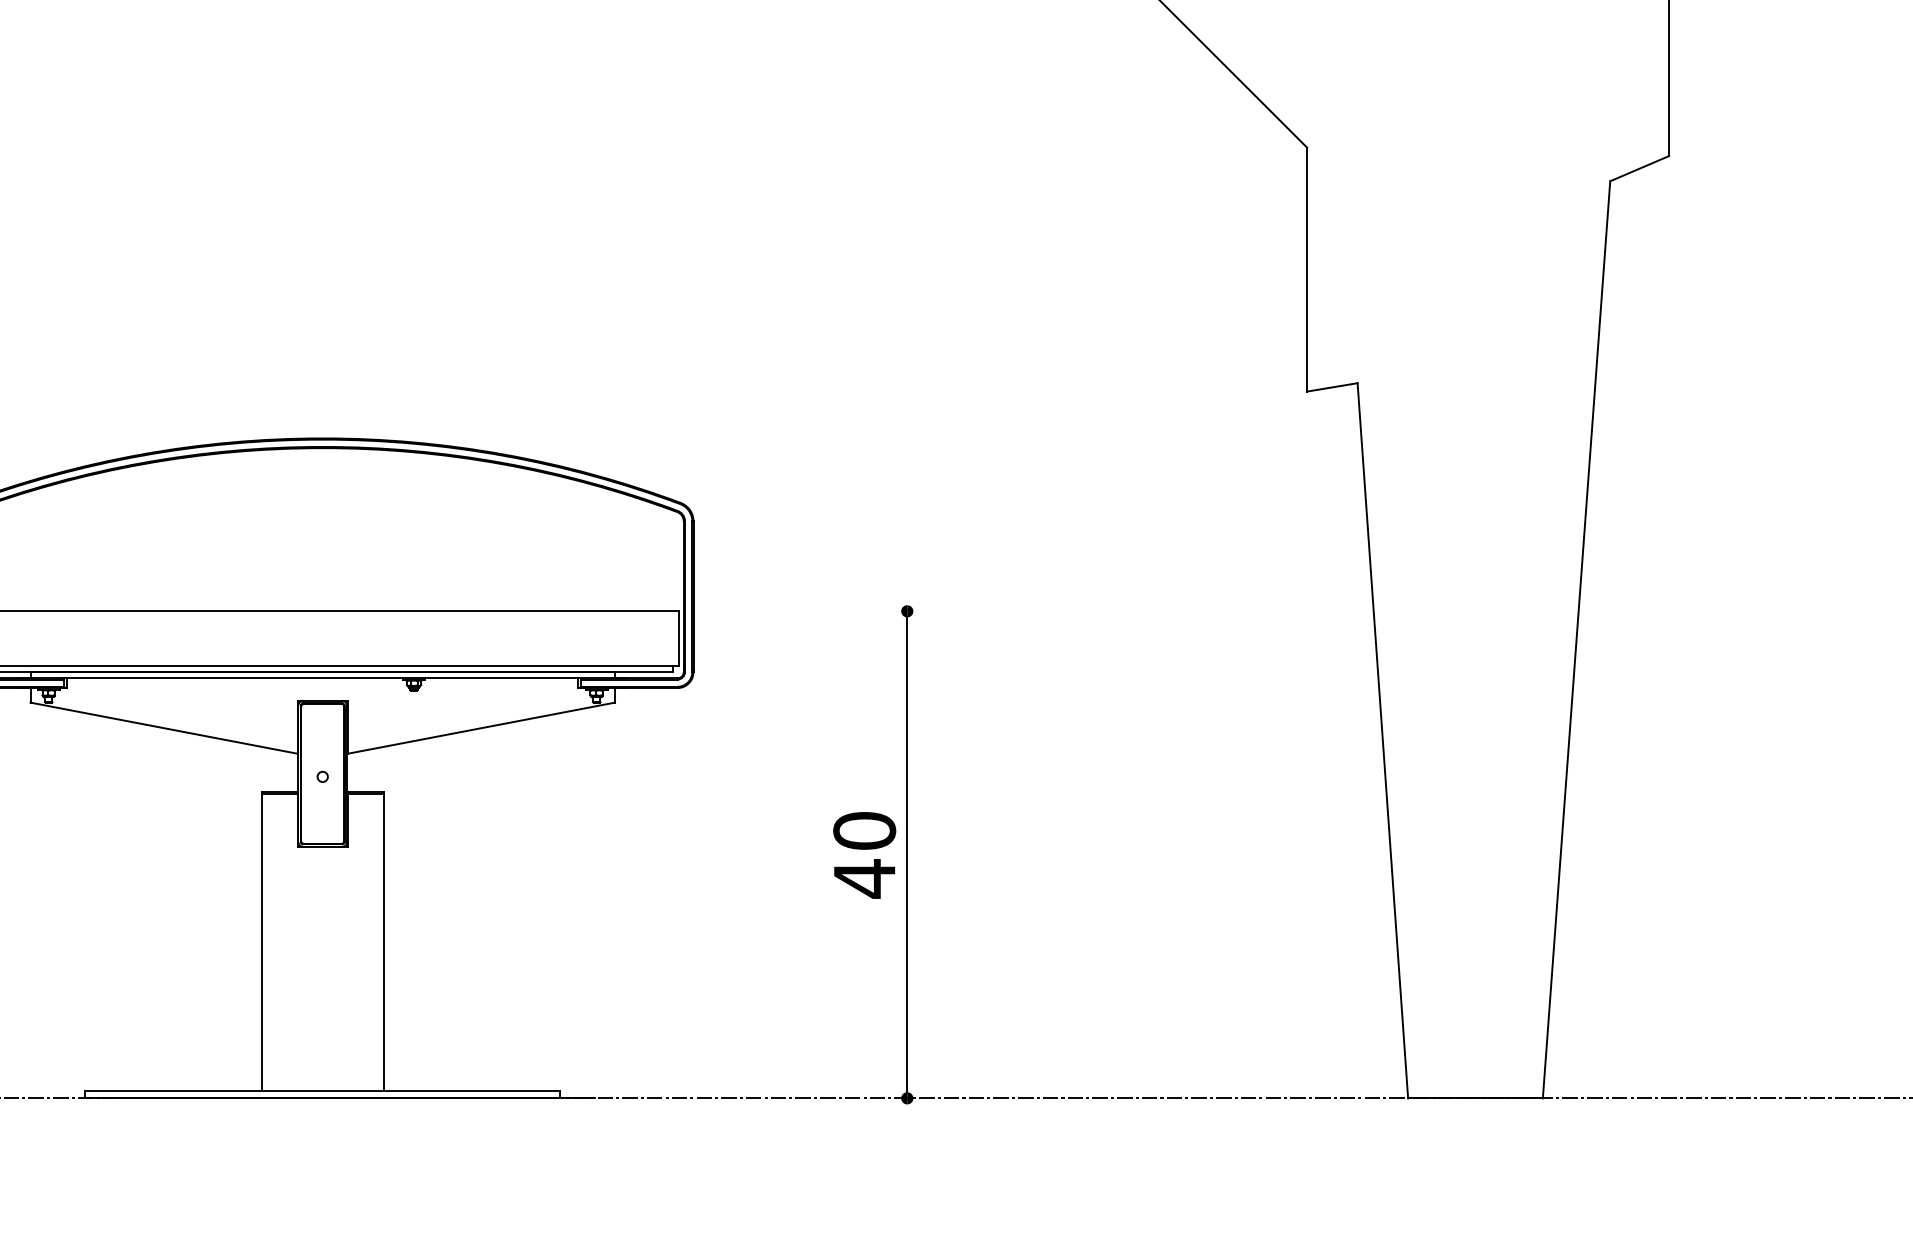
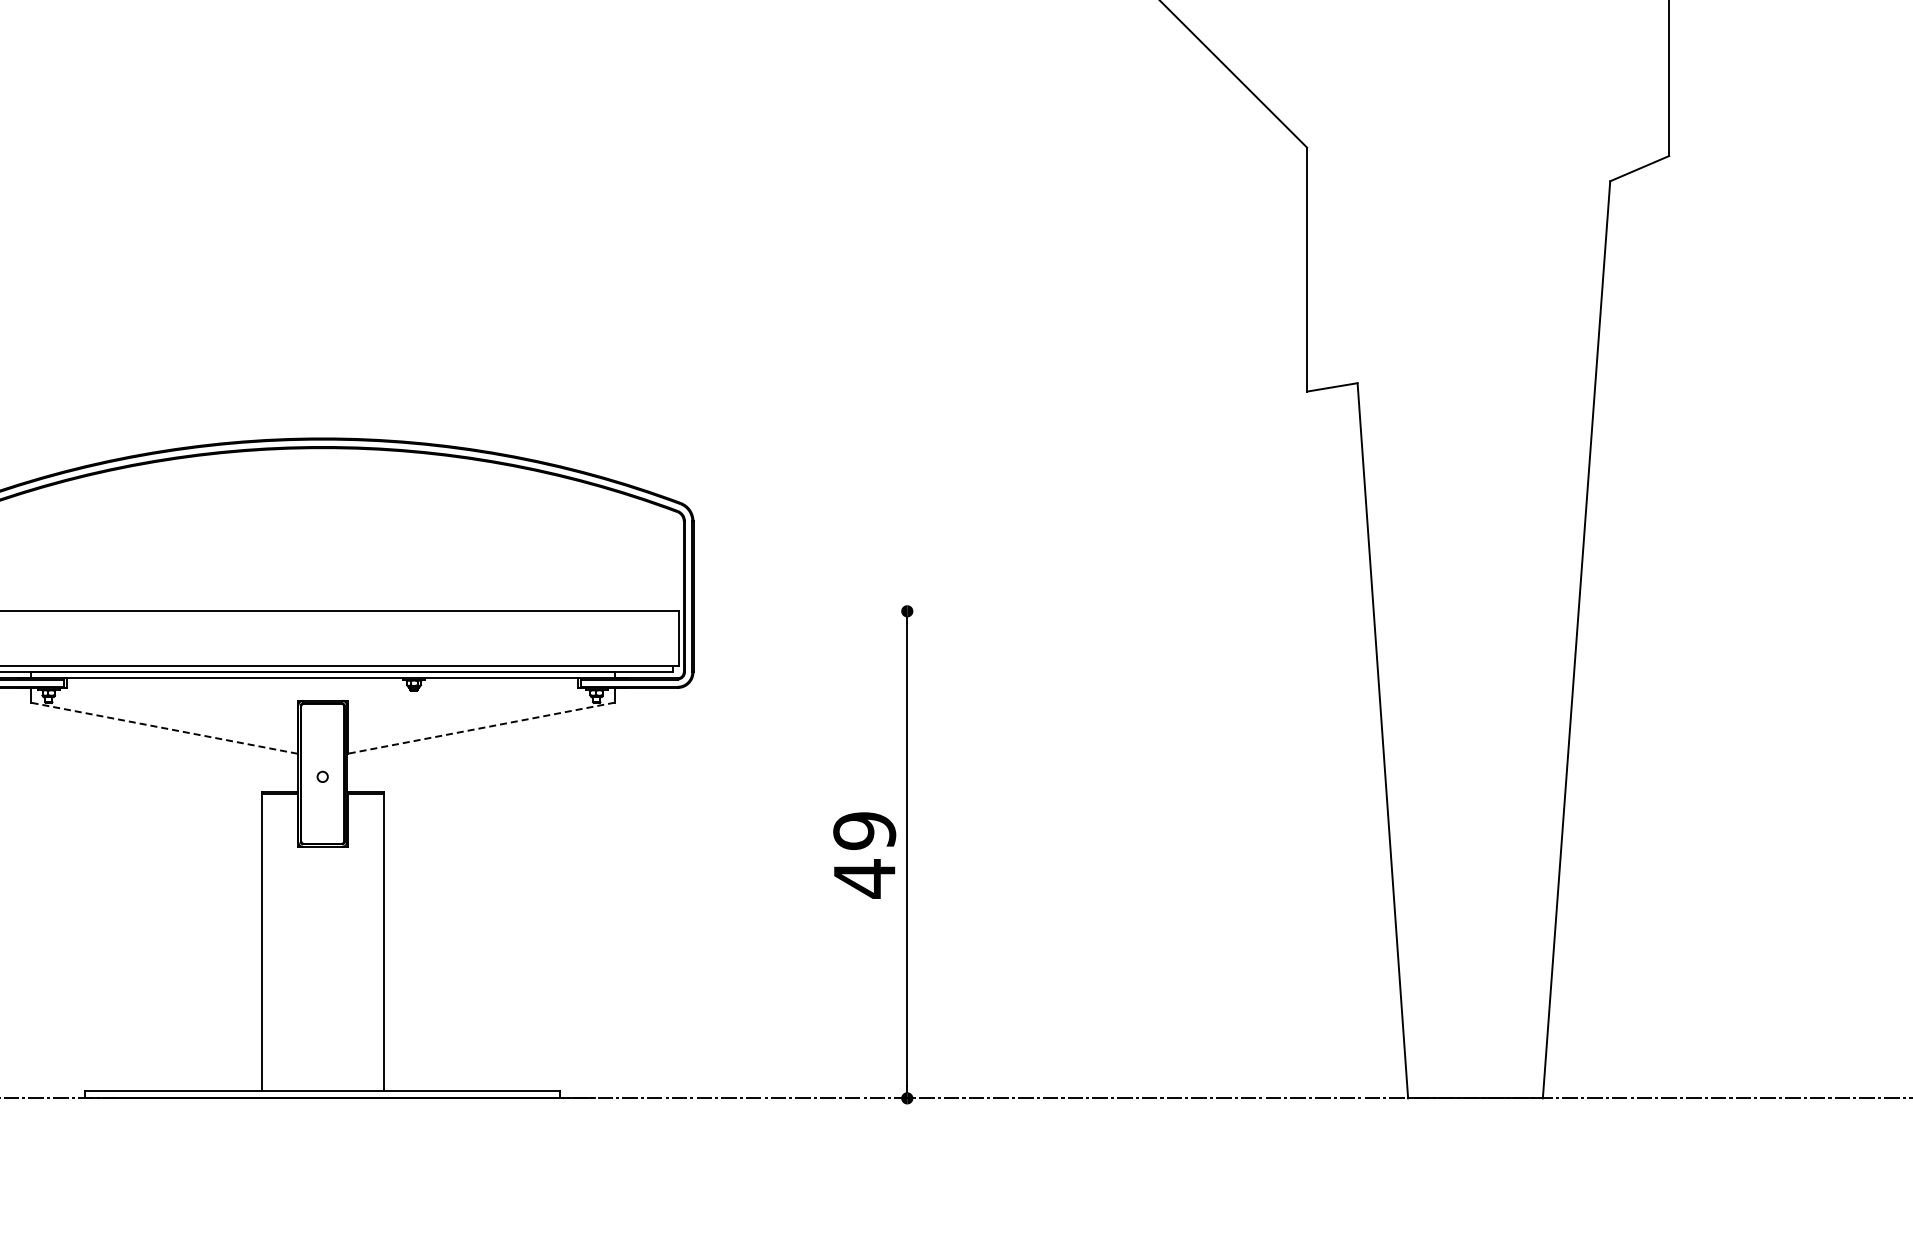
line at (163, 728): solid -> dashed
line at (480, 728): solid -> dashed
text at (864, 830): 40 -> 49
